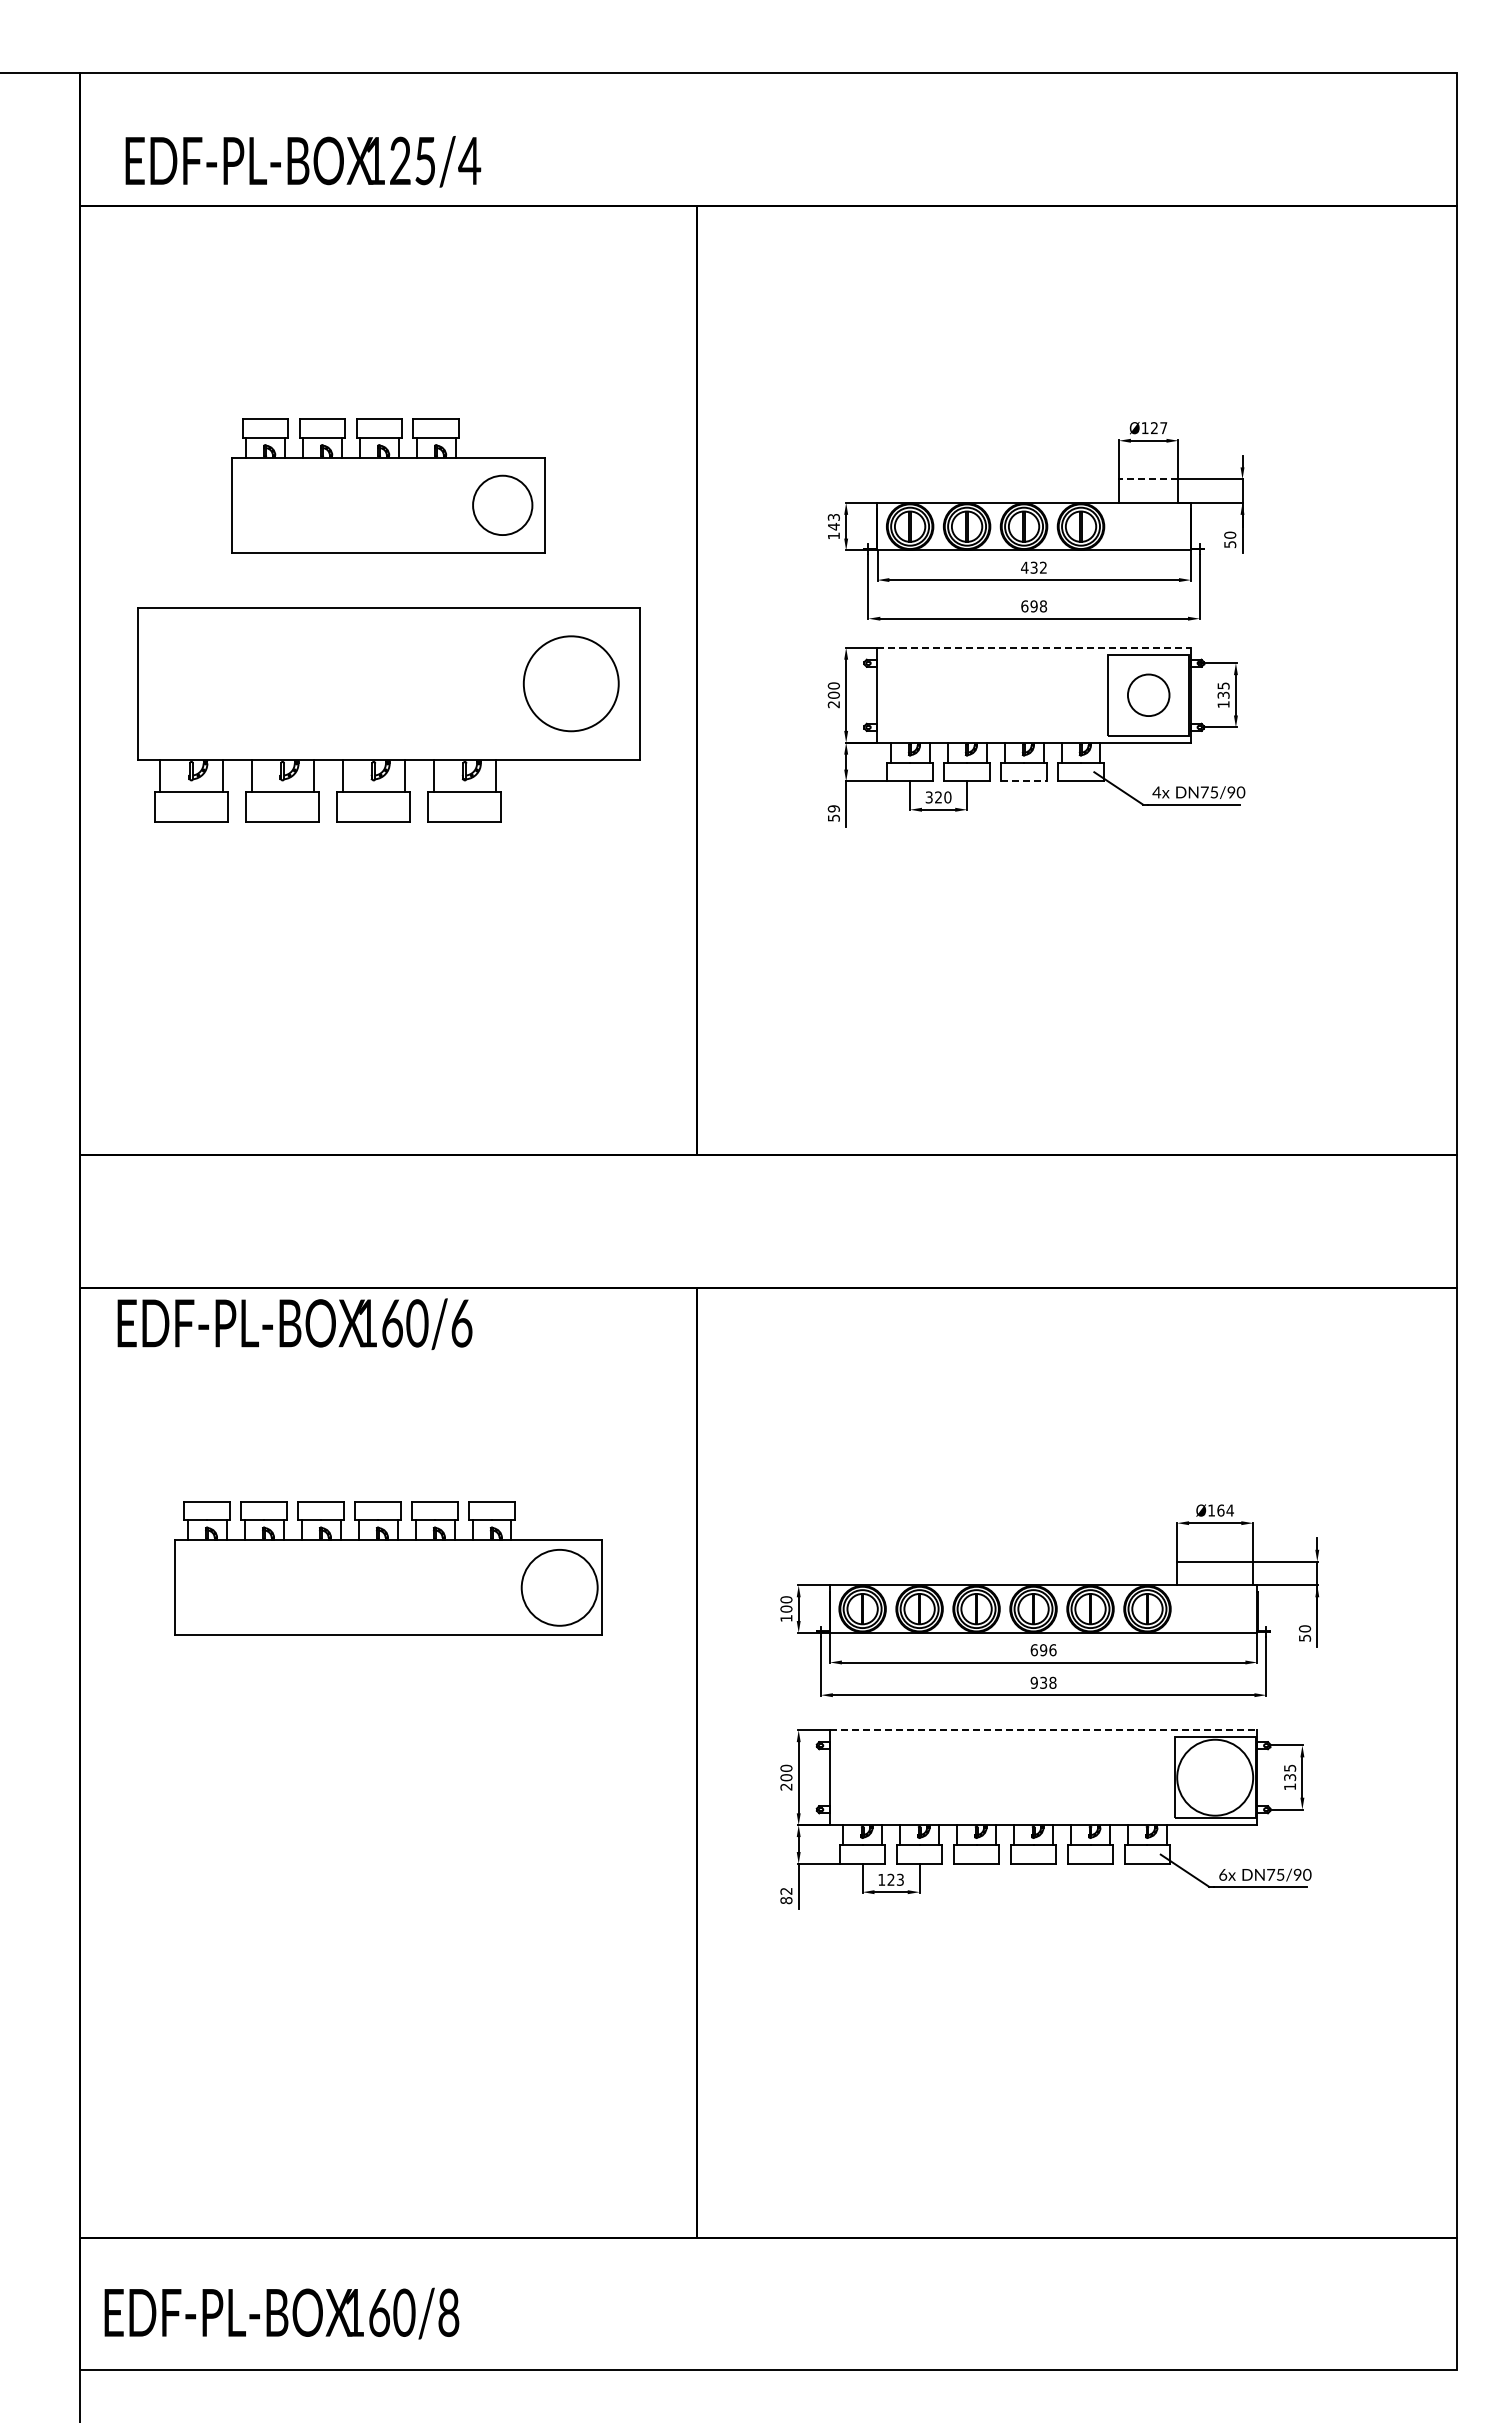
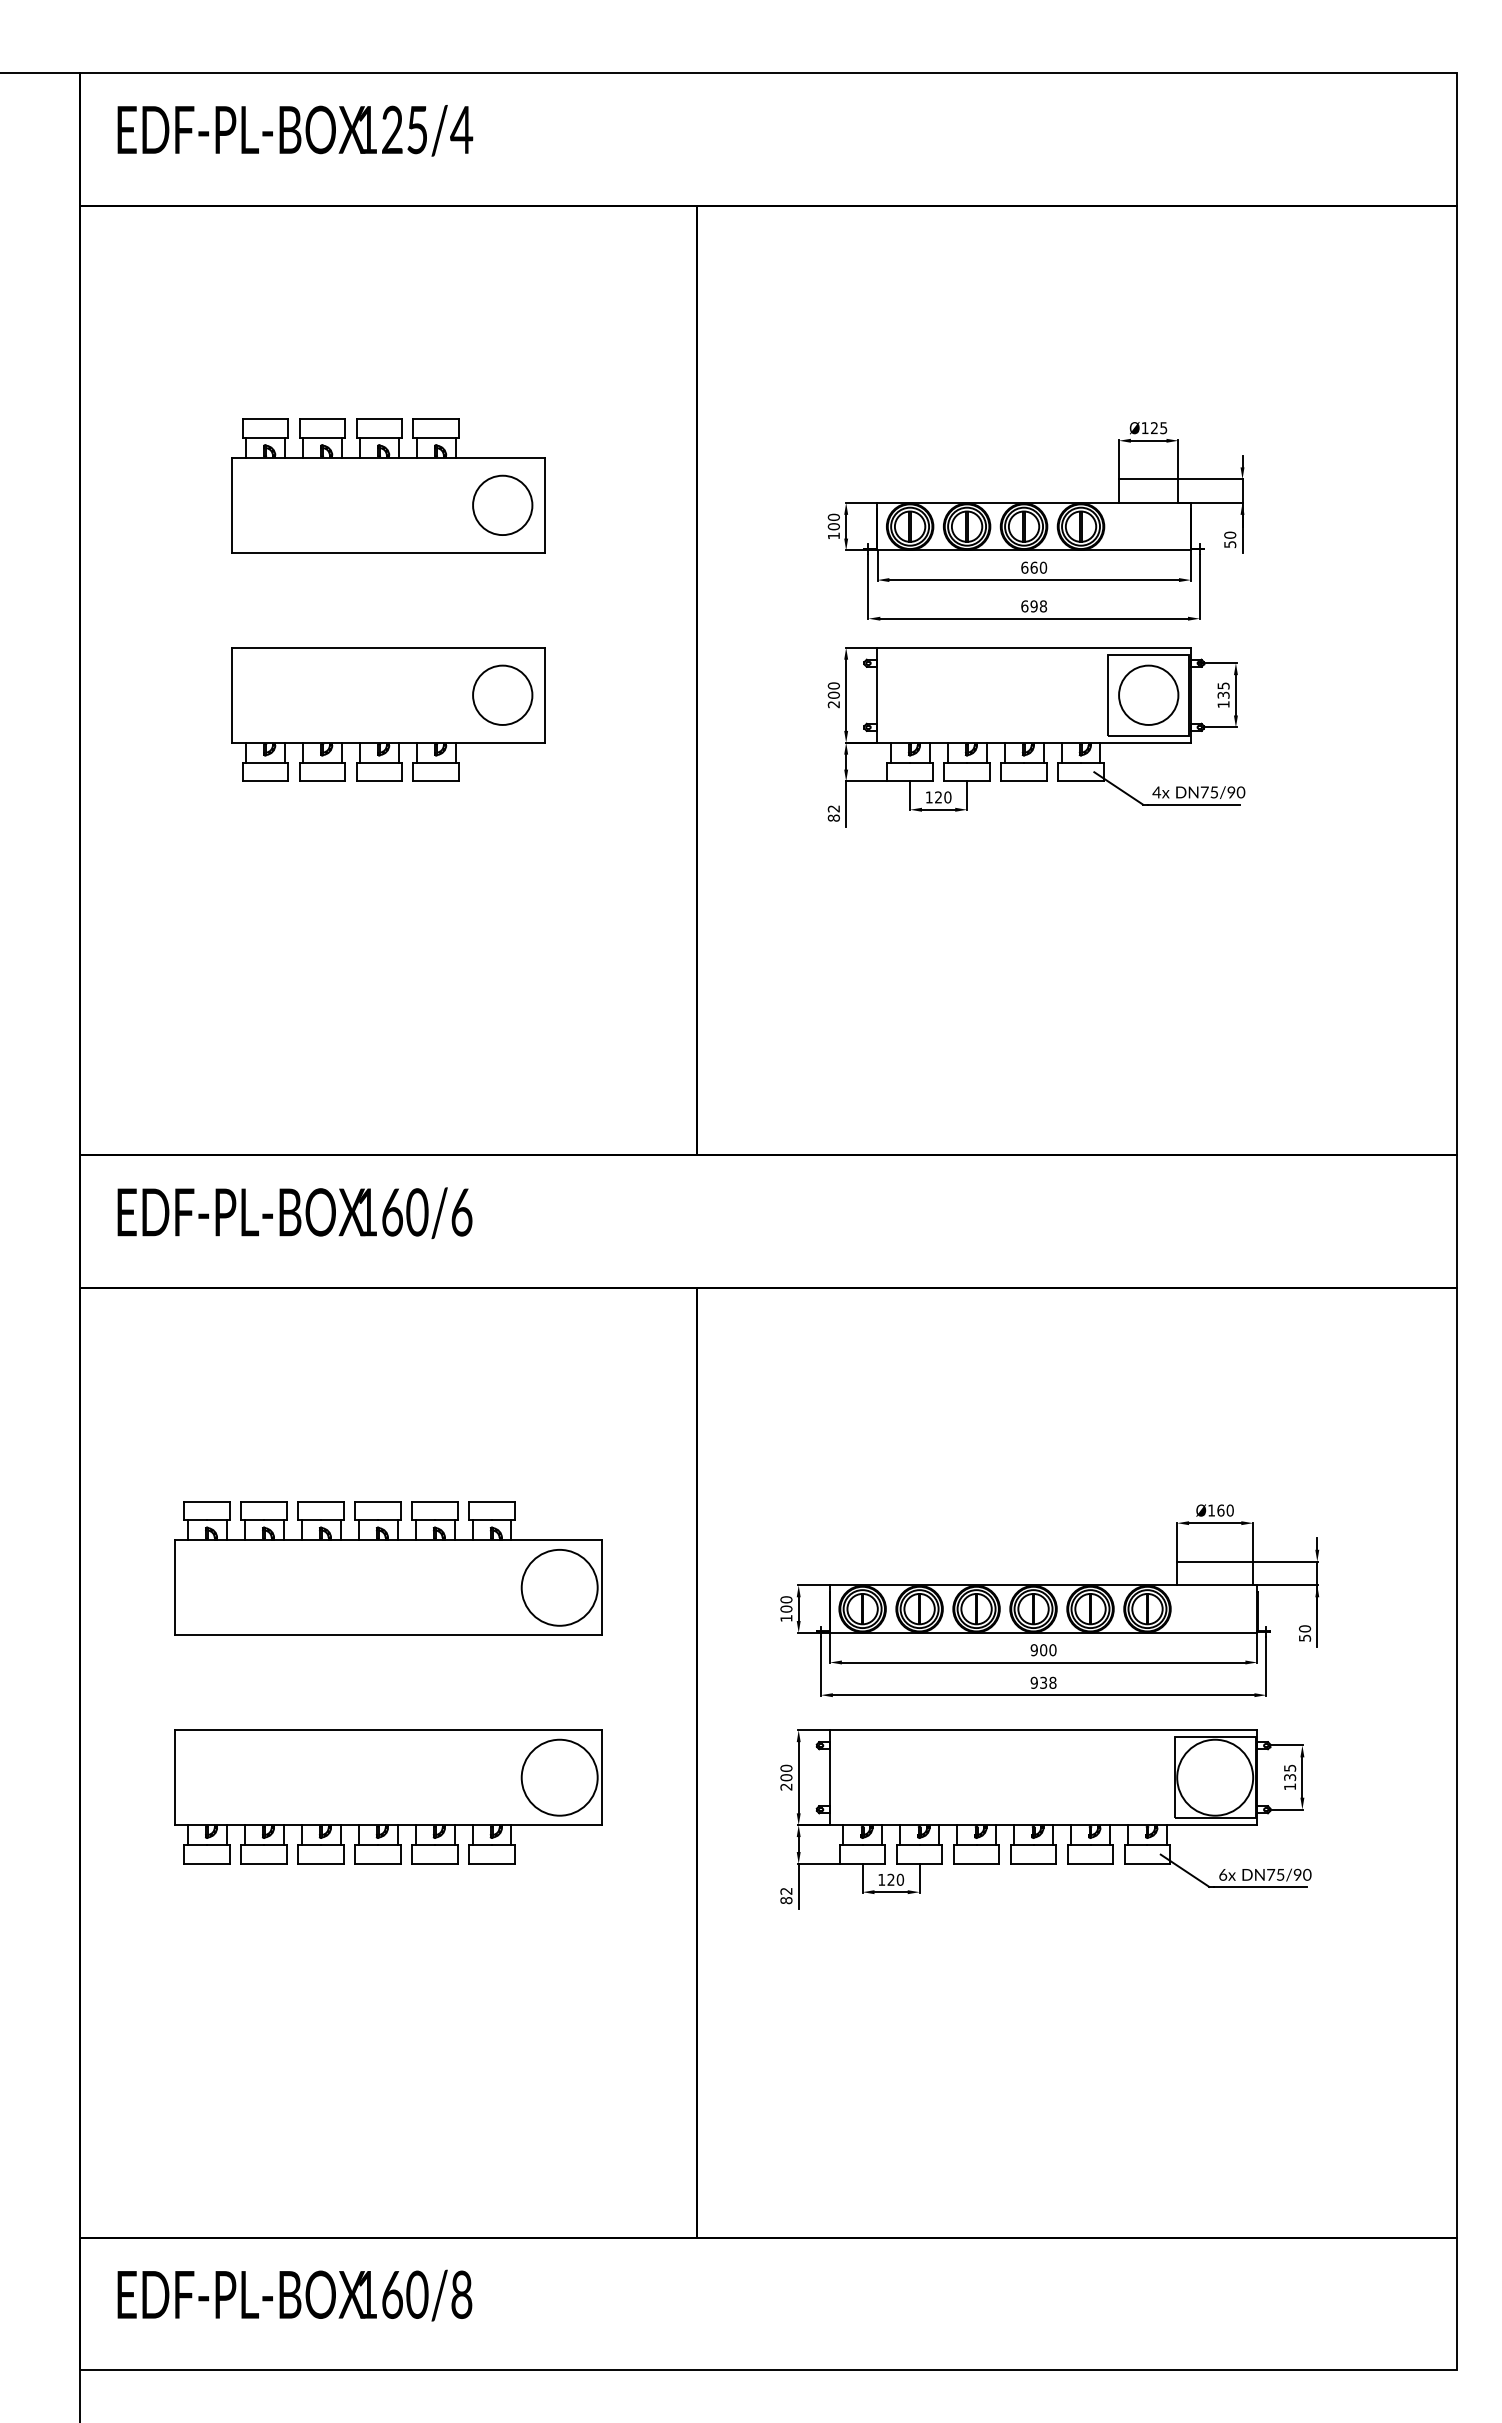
text at (303, 161) position: (303, 161) -> (295, 130)
text at (1163, 428): Ø127 -> Ø125
line at (1148, 479): dashed -> solid
text at (833, 521): 143 -> 100
text at (1034, 567): 432 -> 660
line at (1034, 647): dashed -> solid
circle at (1148, 695) diameter: 42 px -> 59 px
part at (388, 714) size: 504x216 px -> 315x135 px
line at (1024, 781): dashed -> solid
text at (928, 797): 320 -> 120
text at (833, 813): 59 -> 82
text at (294, 1324) position: (294, 1324) -> (294, 1213)
text at (1229, 1510): Ø164 -> Ø160
text at (1043, 1650): 696 -> 900
line at (1043, 1730): dashed -> solid
part at (388, 1796): none -> present
text at (900, 1879): 123 -> 120
text at (281, 2313) position: (281, 2313) -> (294, 2295)
